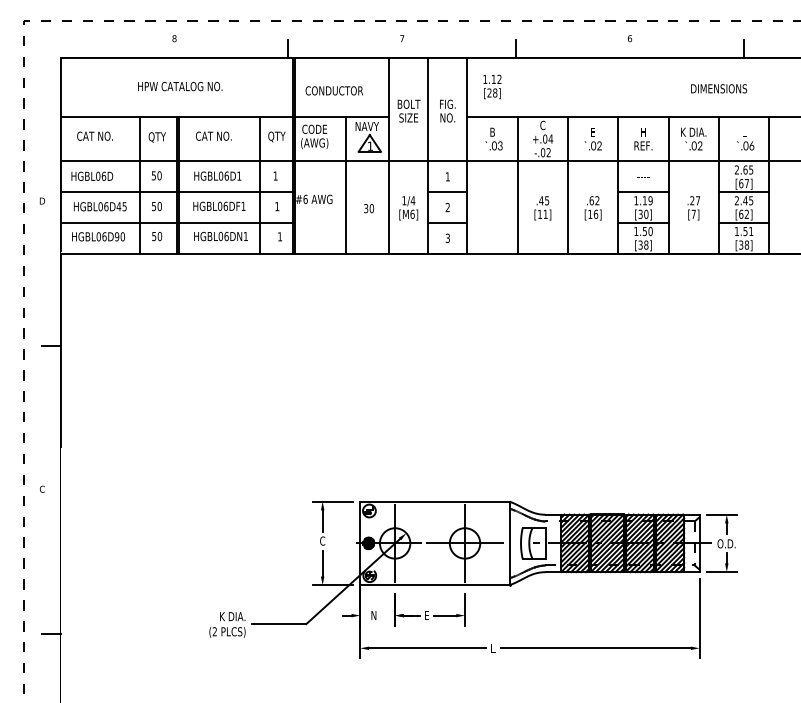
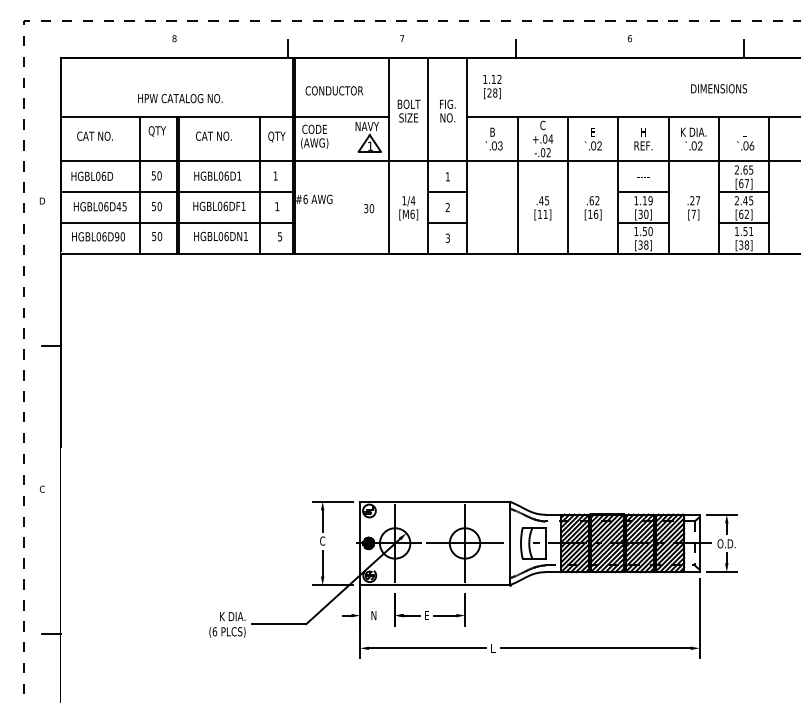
text at (180, 86) position: (180, 86) -> (180, 98)
text at (156, 137) position: (156, 137) -> (156, 131)
line at (345, 185): present -> none
text at (280, 236): 1 -> 5
text at (214, 631): (2 -> (6
